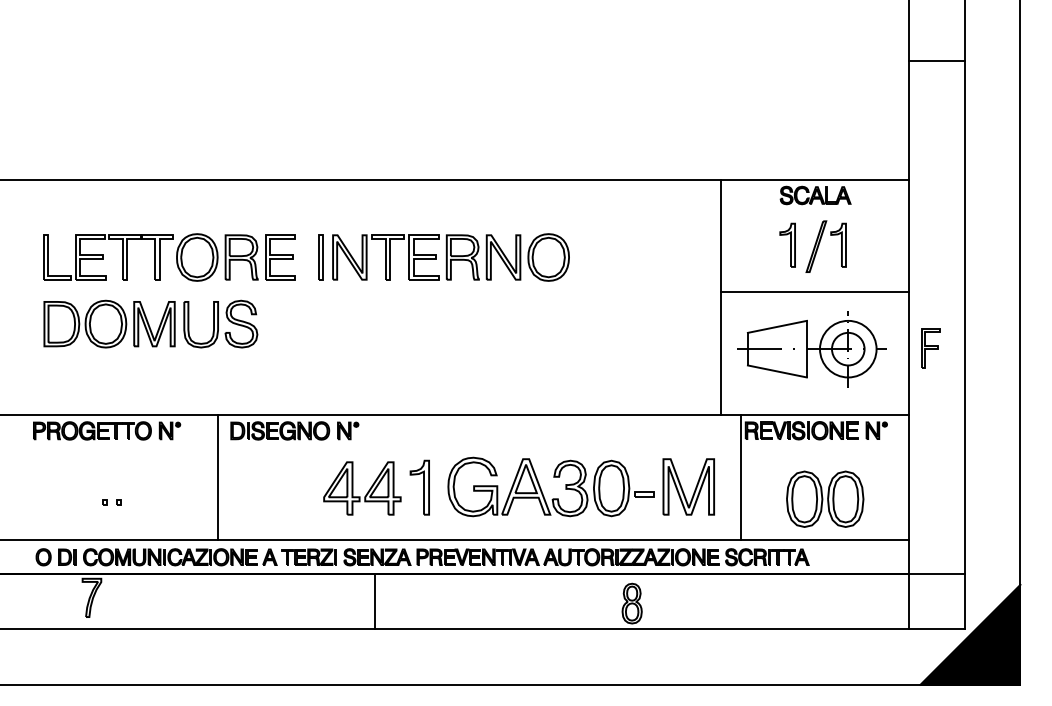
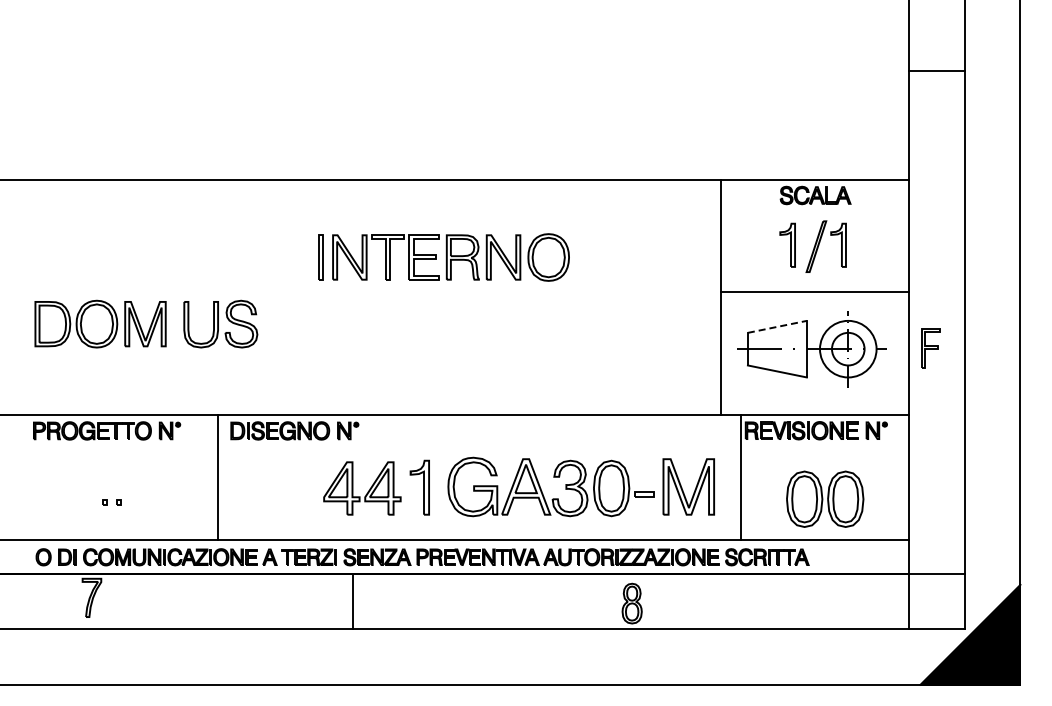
line at (936, 61) position: (936, 61) -> (936, 71)
part at (176, 257): present -> none
part at (109, 323) position: (109, 323) -> (100, 323)
line at (777, 326): solid -> dashed
line at (374, 601) position: (374, 601) -> (352, 601)
